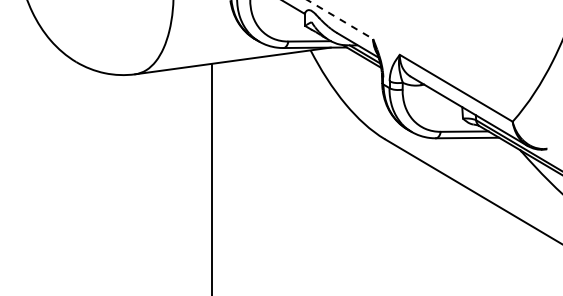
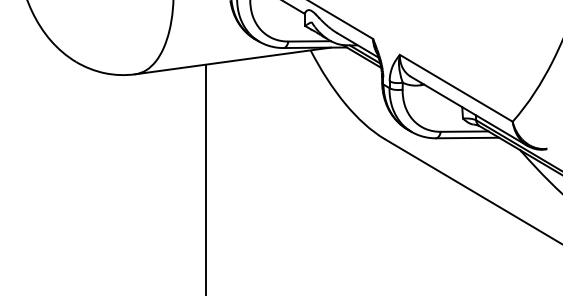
line at (340, 19): dashed -> solid
line at (211, 178) position: (211, 178) -> (205, 178)
